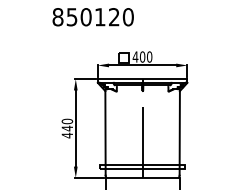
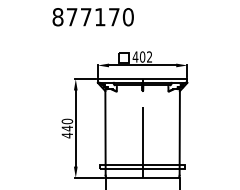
text at (92, 17): 850120 -> 877170
text at (149, 56): 400 -> 402
